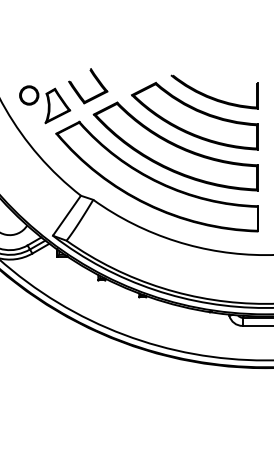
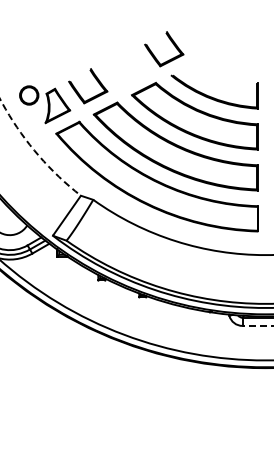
part at (173, 45): none -> present
arc at (35, 151): solid -> dashed
line at (257, 325): solid -> dashed
